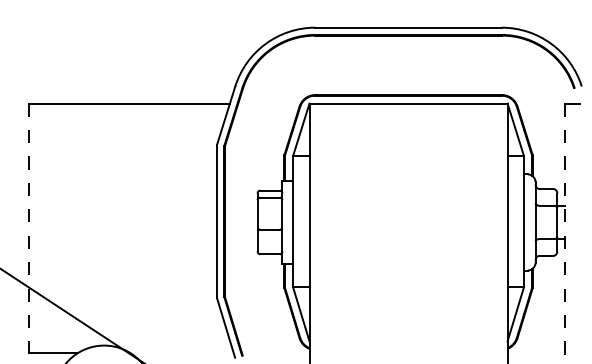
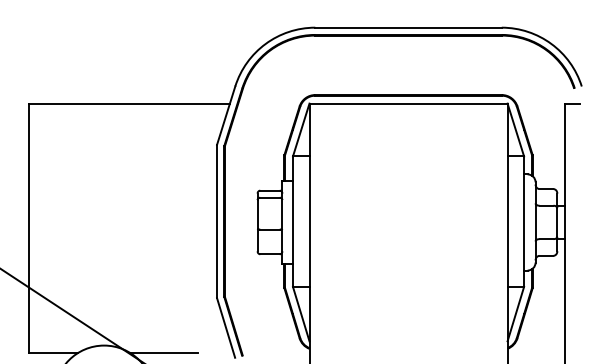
line at (28, 228): dashed -> solid
line at (565, 233): dashed -> solid
line at (163, 353): none -> present
